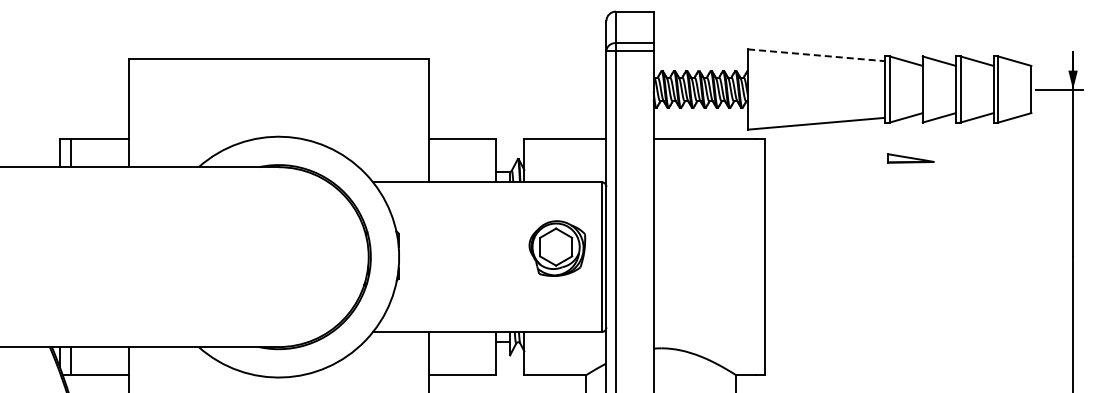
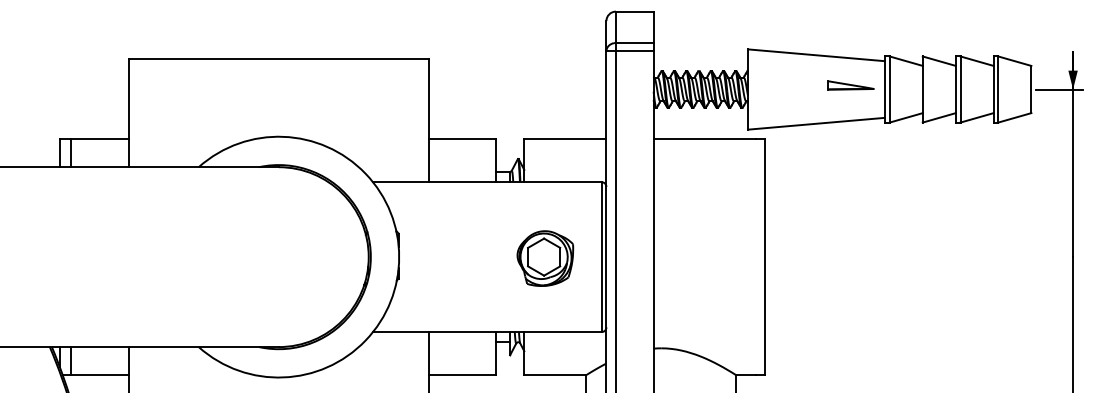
line at (816, 55): dashed -> solid
part at (910, 158) position: (910, 158) -> (850, 85)
part at (557, 248) position: (557, 248) -> (545, 258)
